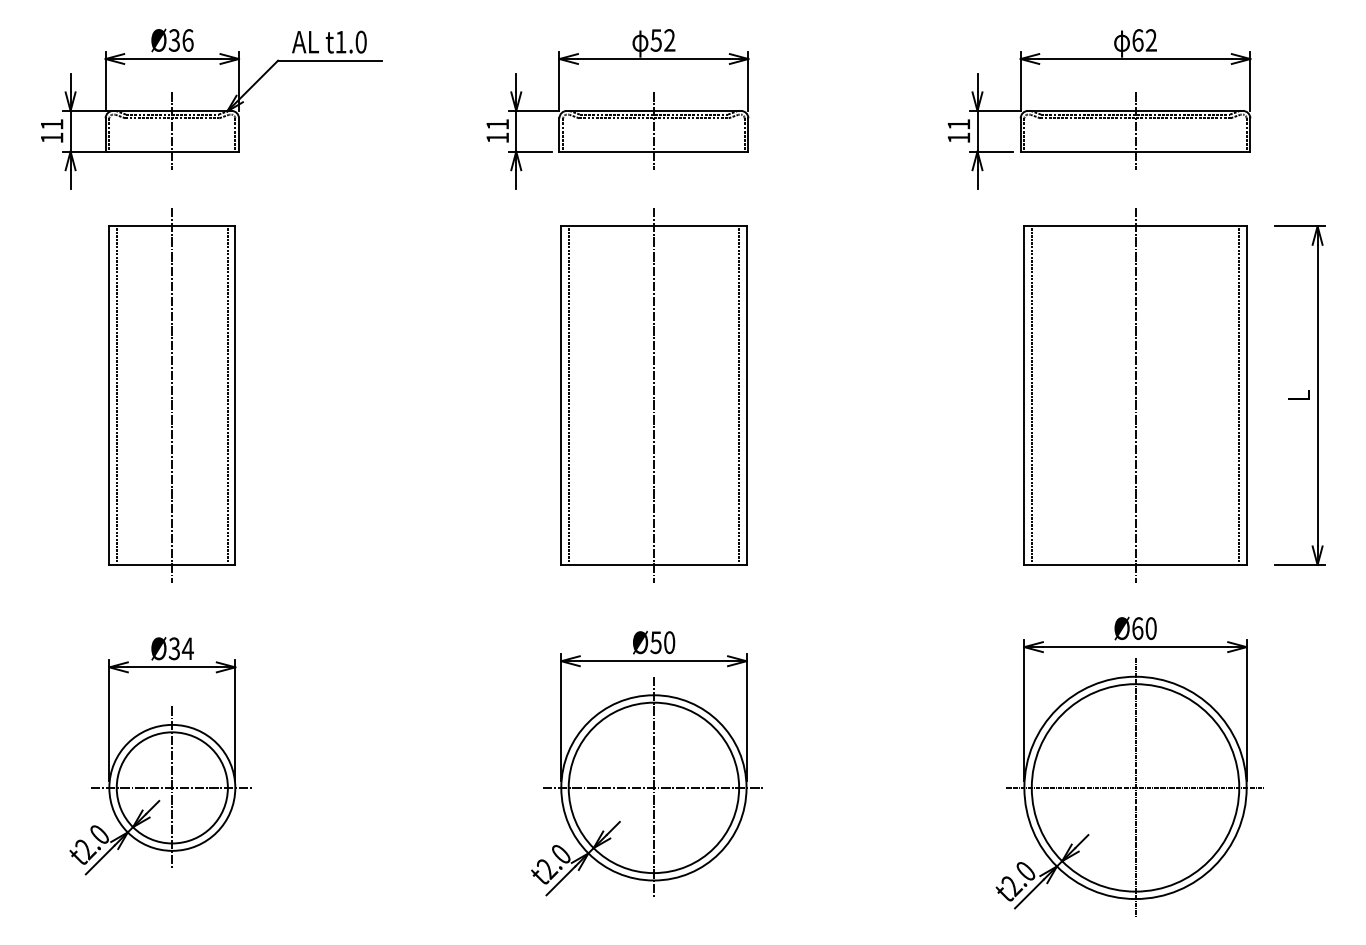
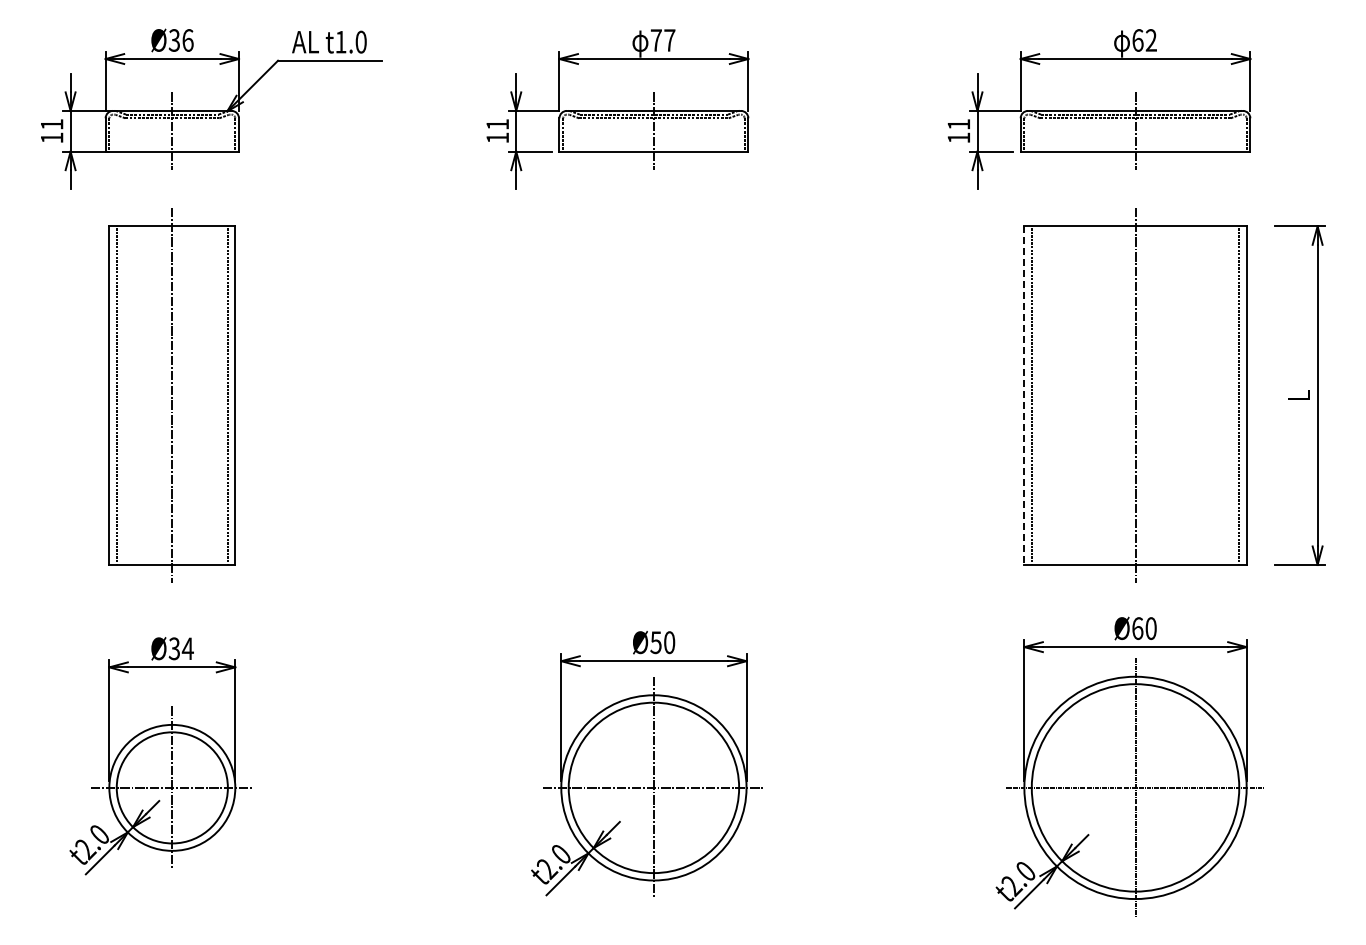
text at (662, 40): 52 -> 77
part at (653, 395): present -> none
line at (1024, 396): solid -> dashed
